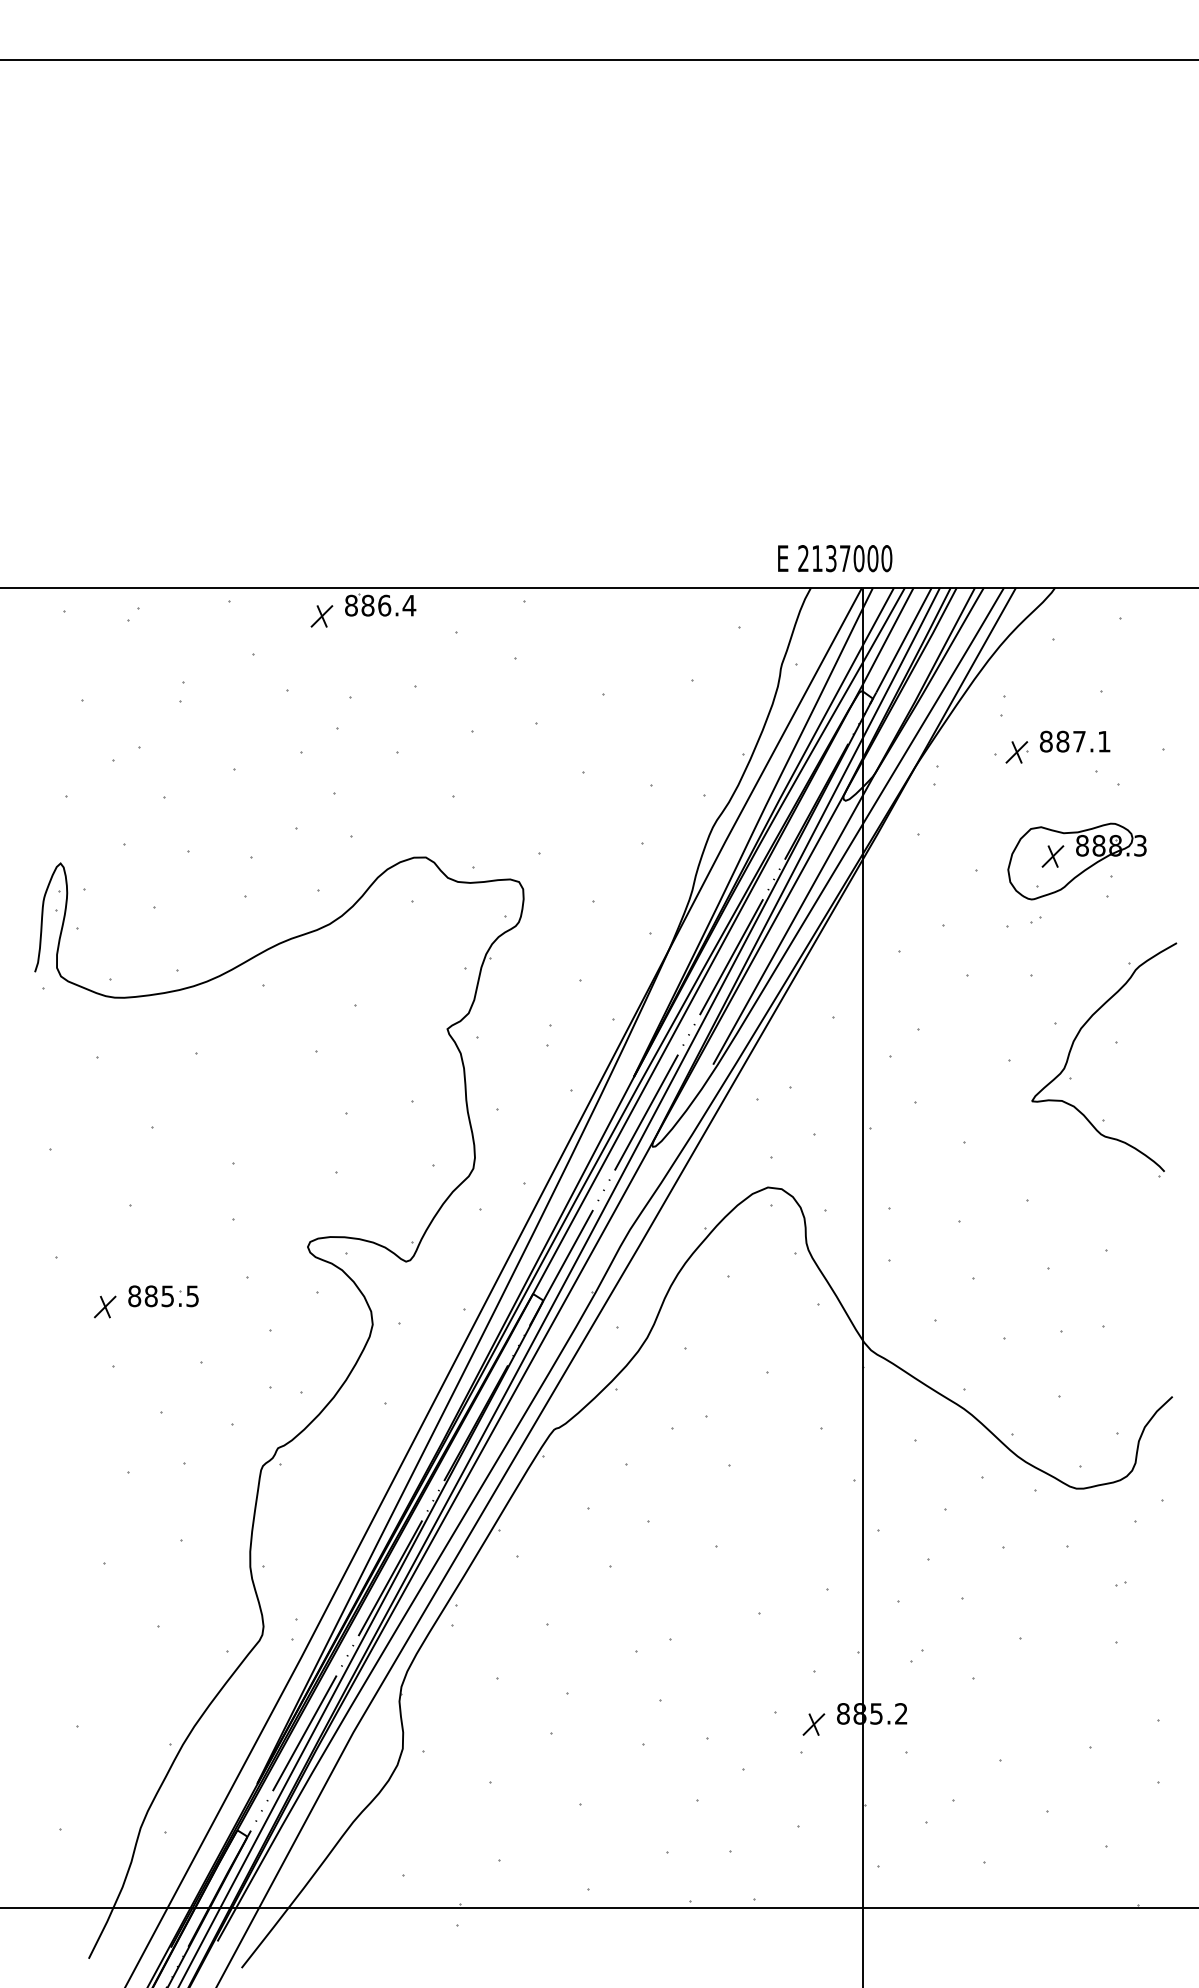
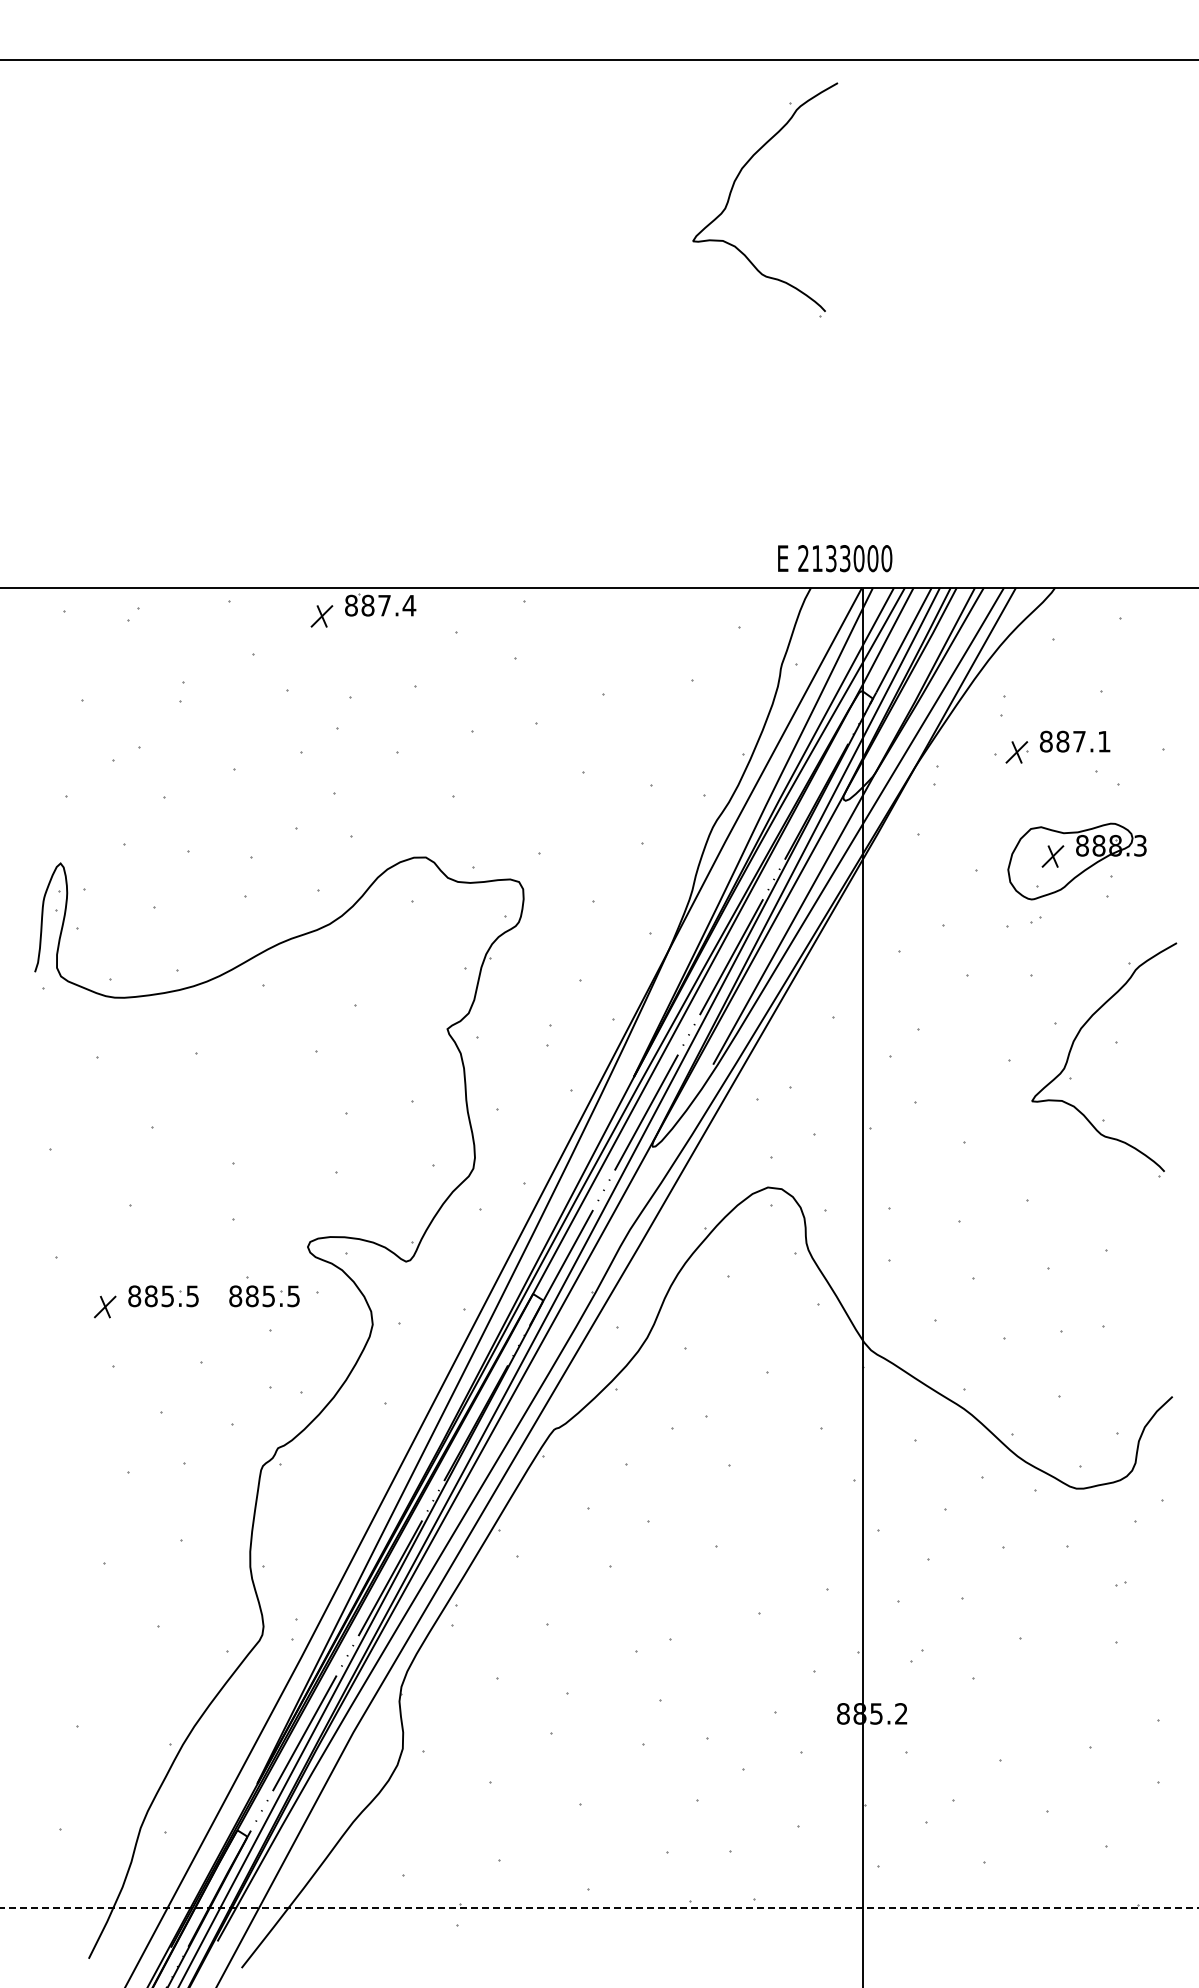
part at (734, 185): none -> present
text at (845, 558): 2137000 -> 2133000
text at (384, 605): 886.4 -> 887.4
part at (264, 1296): none -> present
part at (813, 1724): present -> none
line at (599, 1907): solid -> dashed
